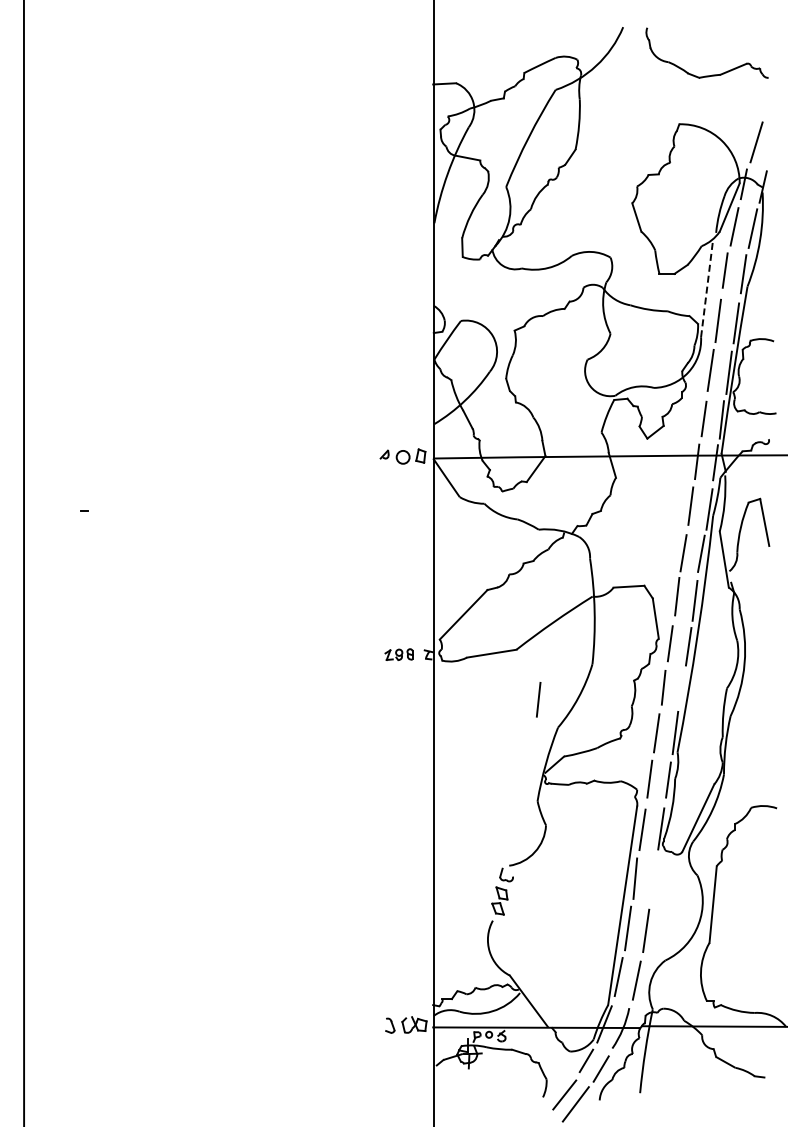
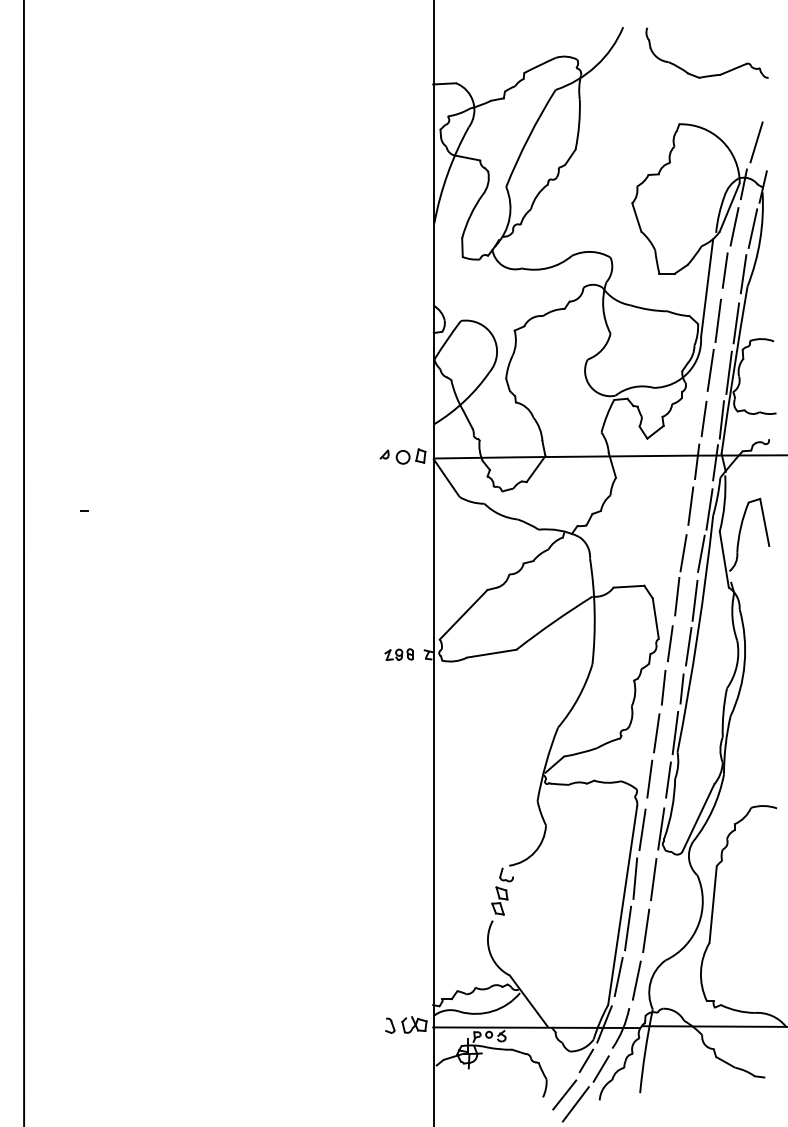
line at (707, 287): dashed -> solid
line at (681, 688): none -> present
line at (538, 699): present -> none
line at (653, 879): none -> present
